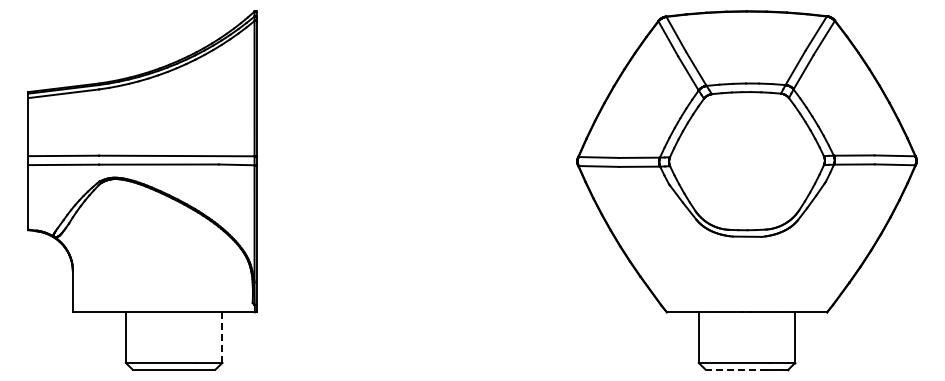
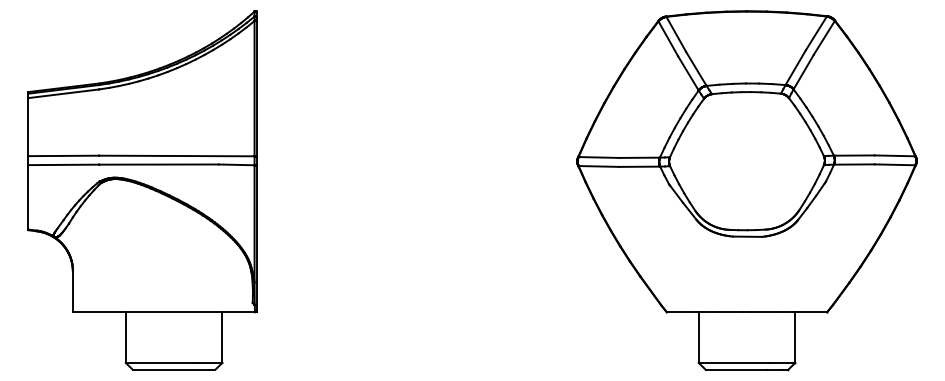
line at (222, 337): dashed -> solid
line at (736, 369): dashed -> solid
